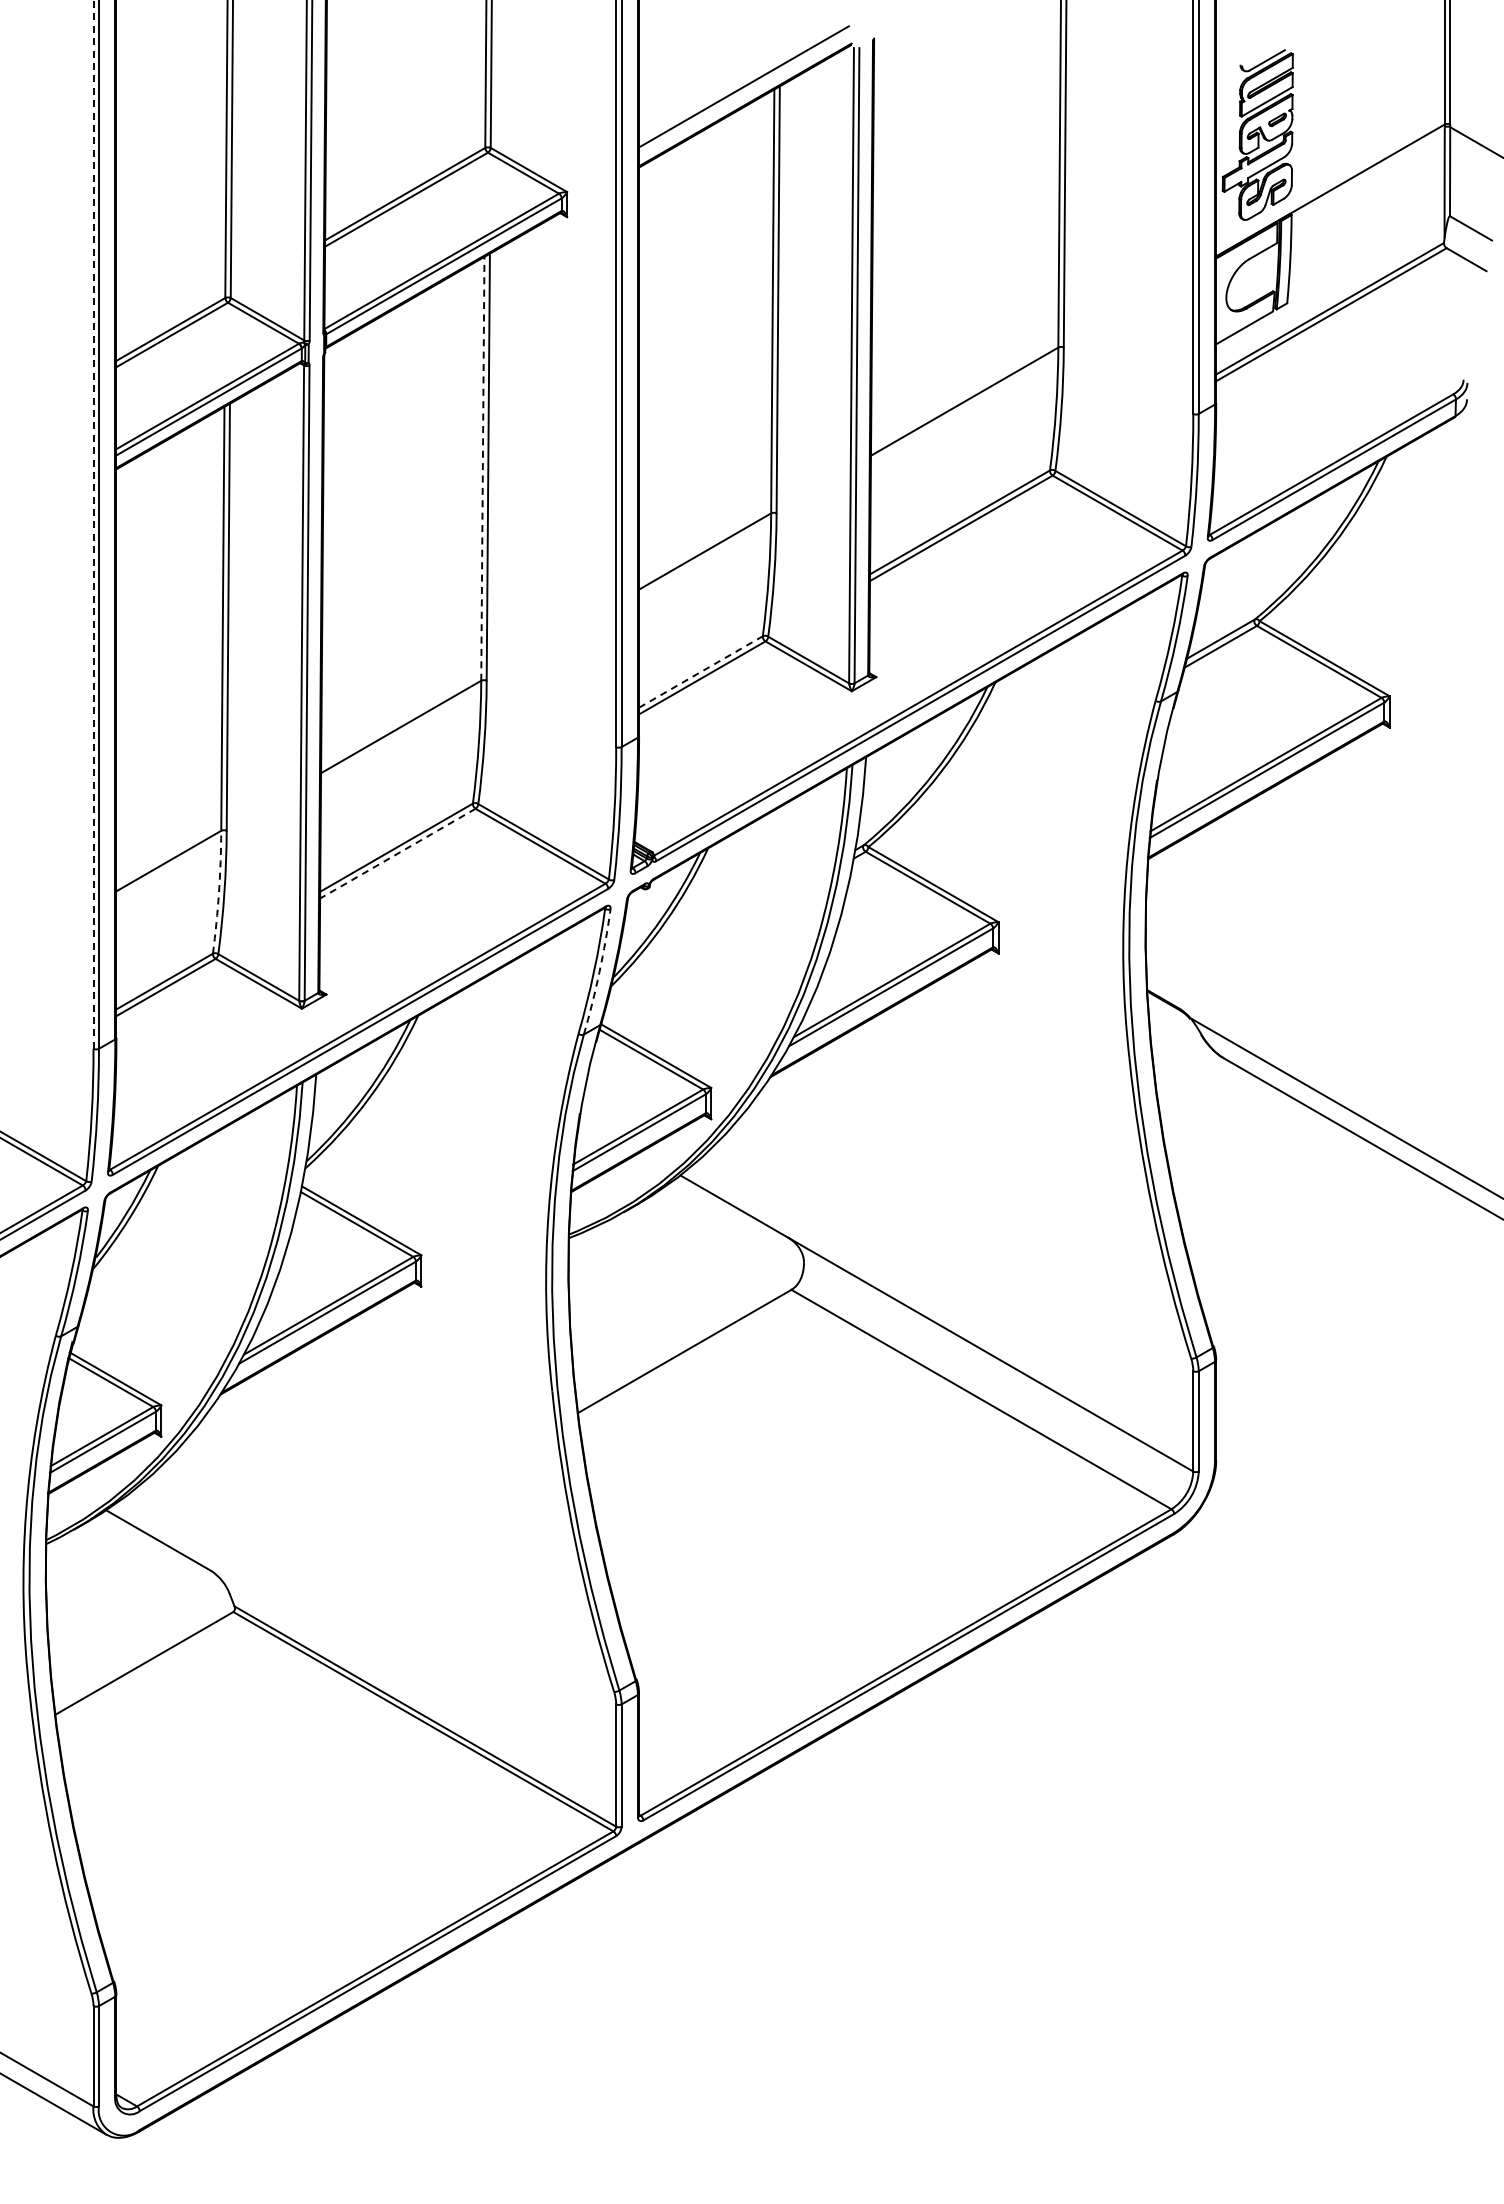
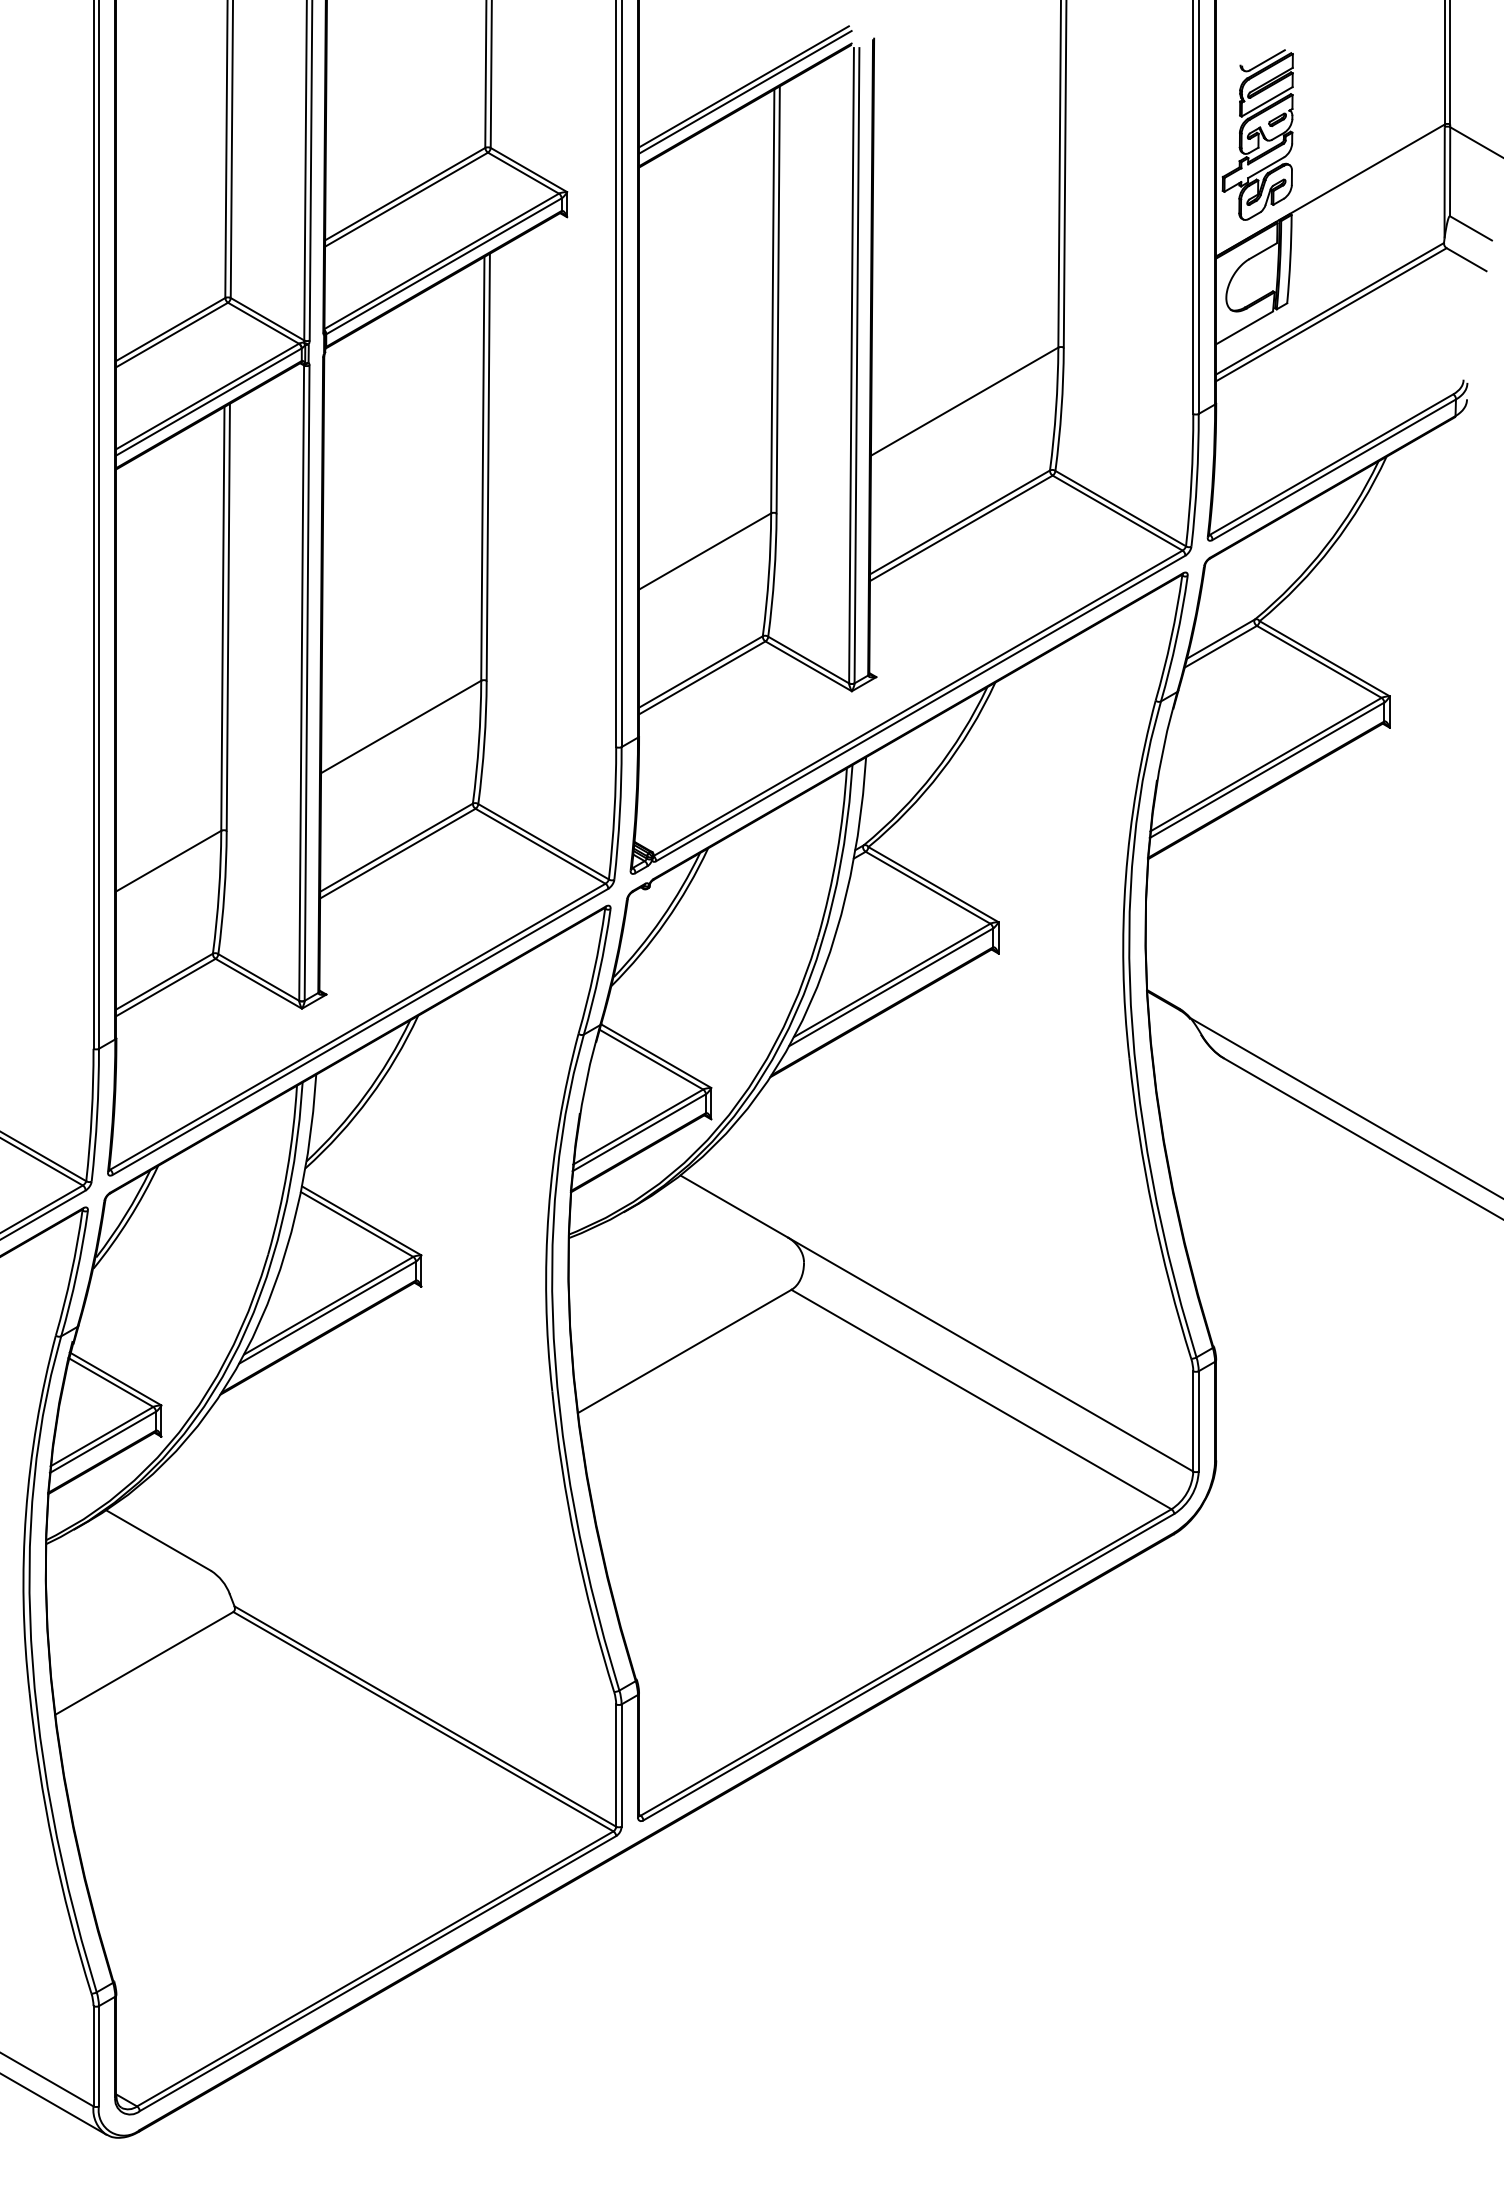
line at (745, 92): none -> present
line at (482, 468): dashed -> solid
line at (93, 524): dashed -> solid
line at (701, 671): dashed -> solid
line at (397, 853): dashed -> solid
arc at (219, 892): dashed -> solid
arc at (599, 972): dashed -> solid
